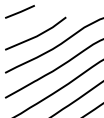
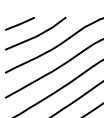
line at (19, 11) position: (19, 11) -> (19, 23)
